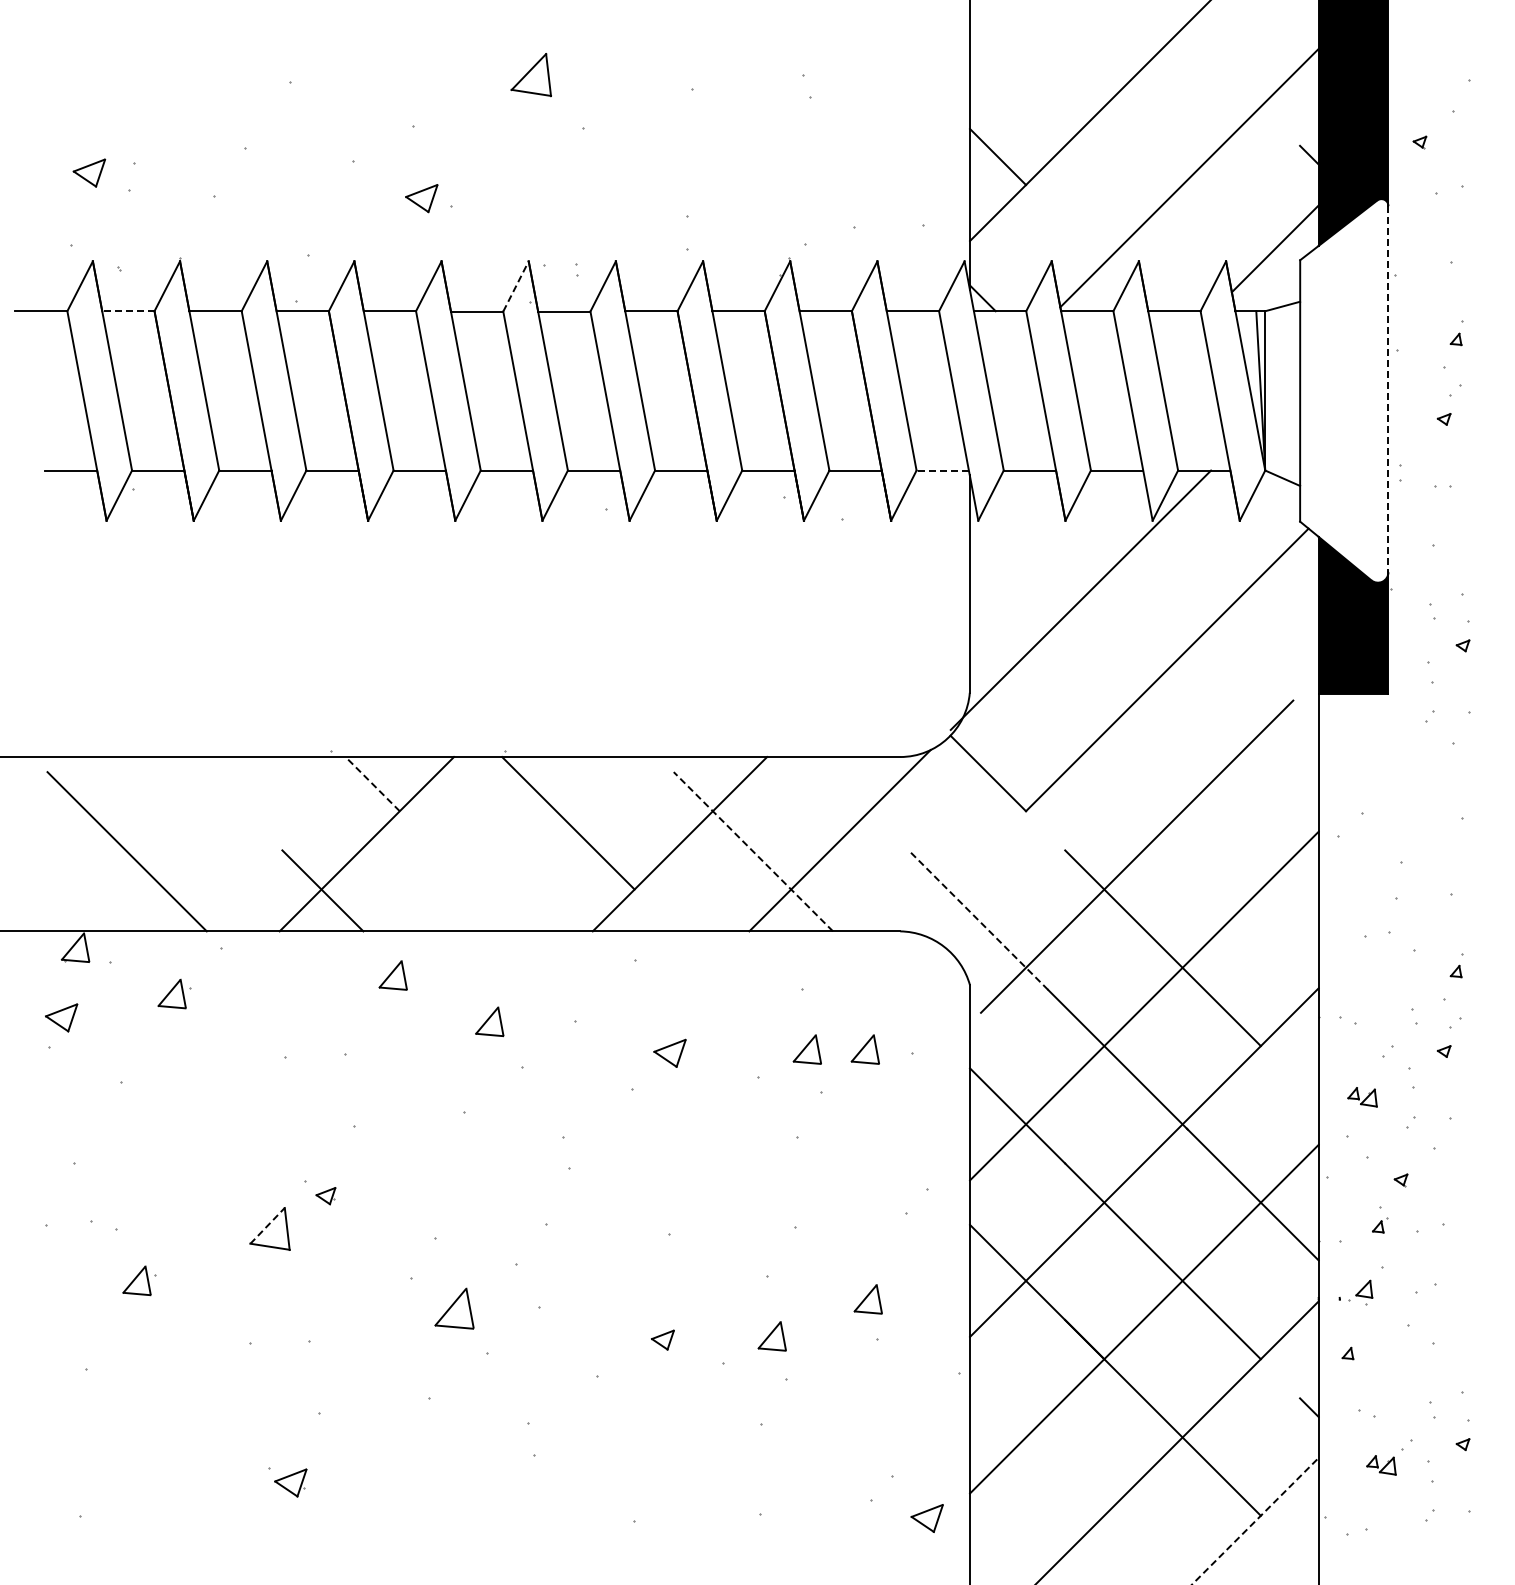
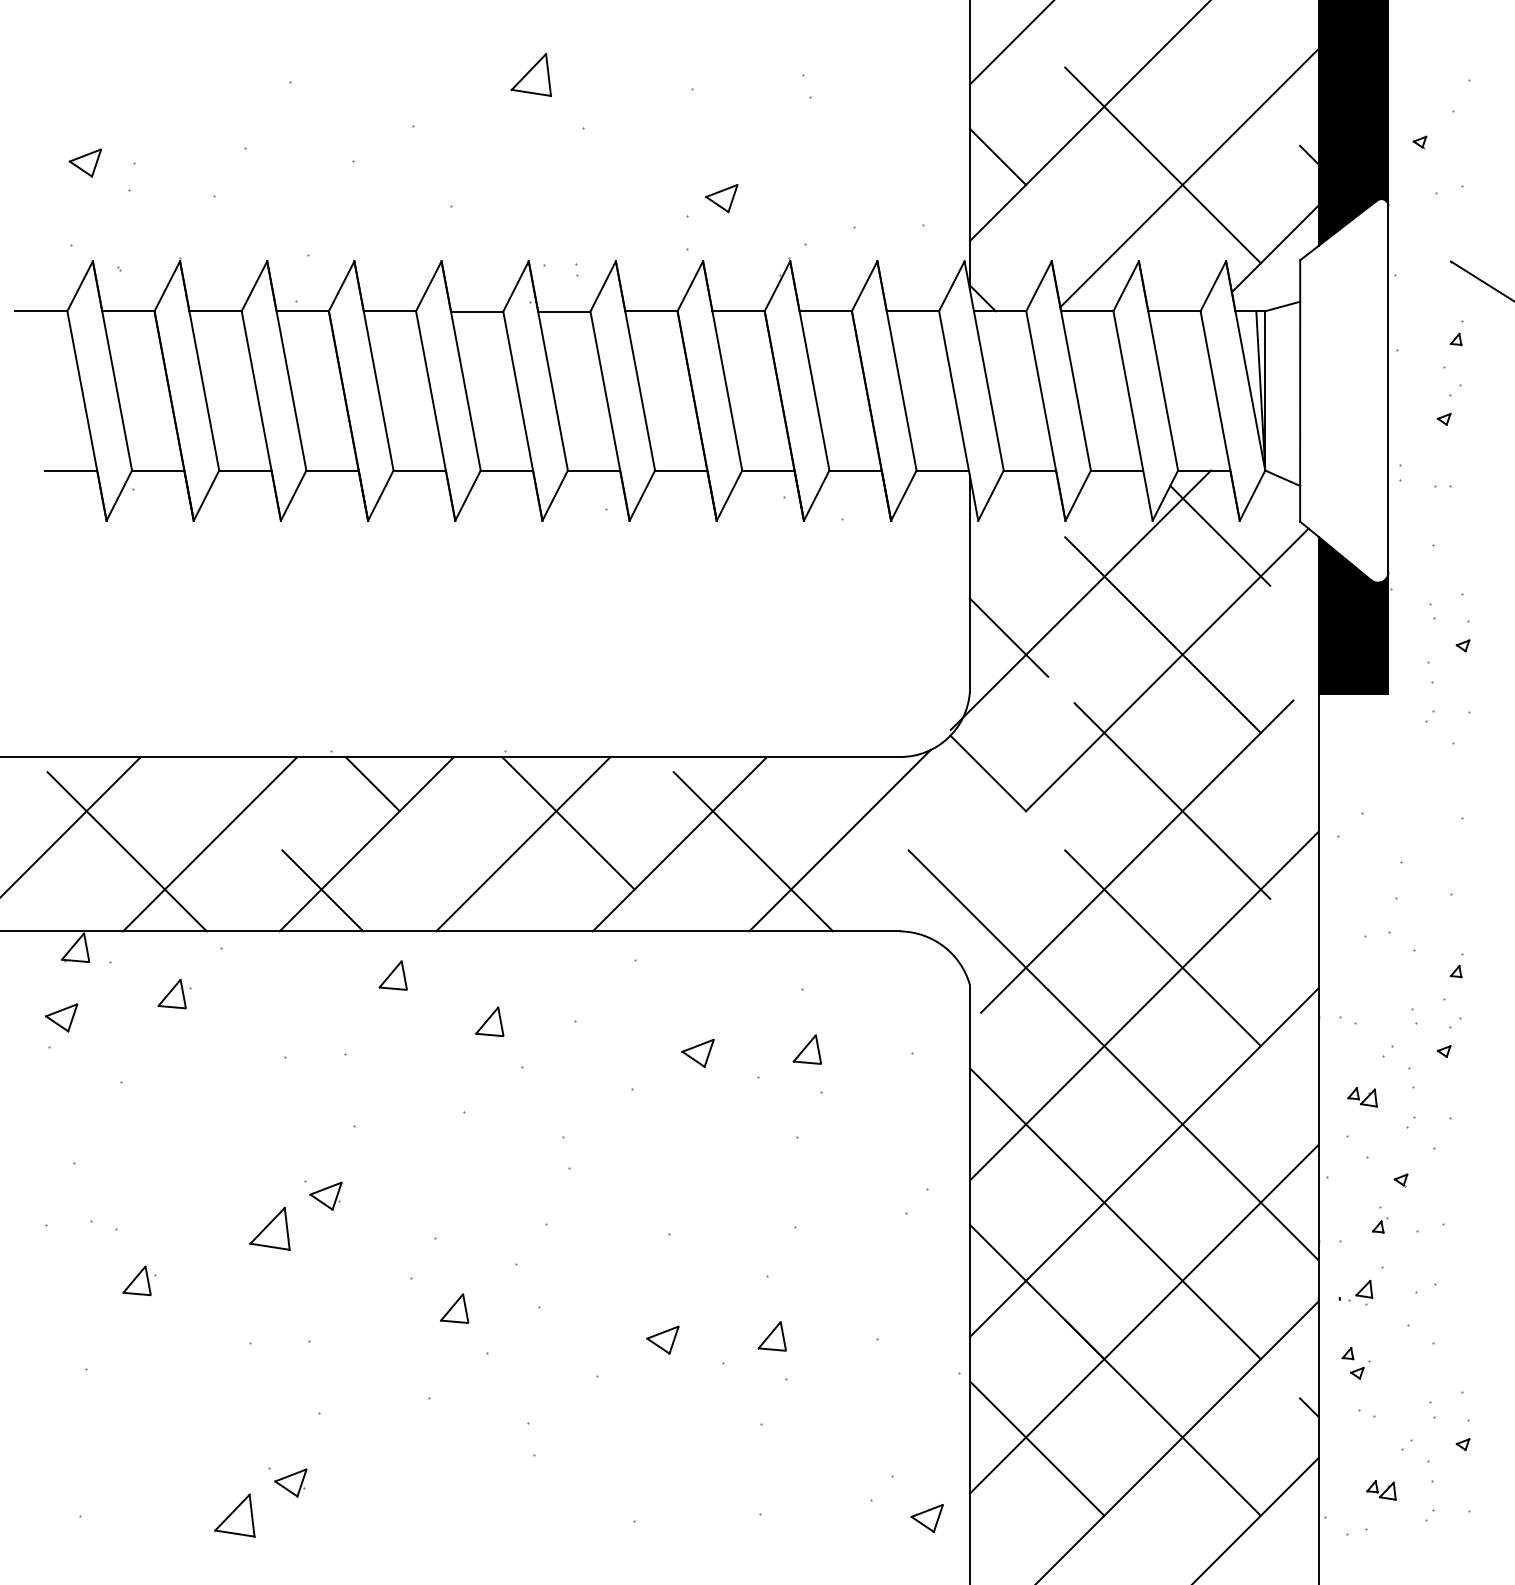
line at (1011, 43): none -> present
line at (1162, 165): none -> present
part at (89, 172) position: (89, 172) -> (85, 162)
part at (421, 198) position: (421, 198) -> (721, 198)
line at (1480, 280): none -> present
line at (516, 286): dashed -> solid
line at (127, 311): dashed -> solid
line at (1388, 389): dashed -> solid
line at (942, 470): dashed -> solid
line at (1220, 535): none -> present
line at (1162, 634): none -> present
line at (1008, 637): none -> present
line at (372, 783): dashed -> solid
line at (1172, 800): none -> present
line at (71, 826): none -> present
line at (210, 844): none -> present
line at (523, 844): none -> present
line at (753, 851): dashed -> solid
line at (978, 920): dashed -> solid
part at (864, 1049): present -> none
part at (669, 1052) position: (669, 1052) -> (697, 1052)
part at (325, 1196) size: 22x19 px -> 34x30 px
line at (267, 1225): dashed -> solid
part at (867, 1299): present -> none
part at (454, 1308) size: 41x43 px -> 30x31 px
part at (662, 1339) size: 24x22 px -> 34x30 px
part at (1360, 1369): none -> present
line at (1037, 1448): none -> present
part at (1381, 1465) position: (1381, 1465) -> (1381, 1490)
part at (234, 1515): none -> present
line at (1255, 1521): dashed -> solid
